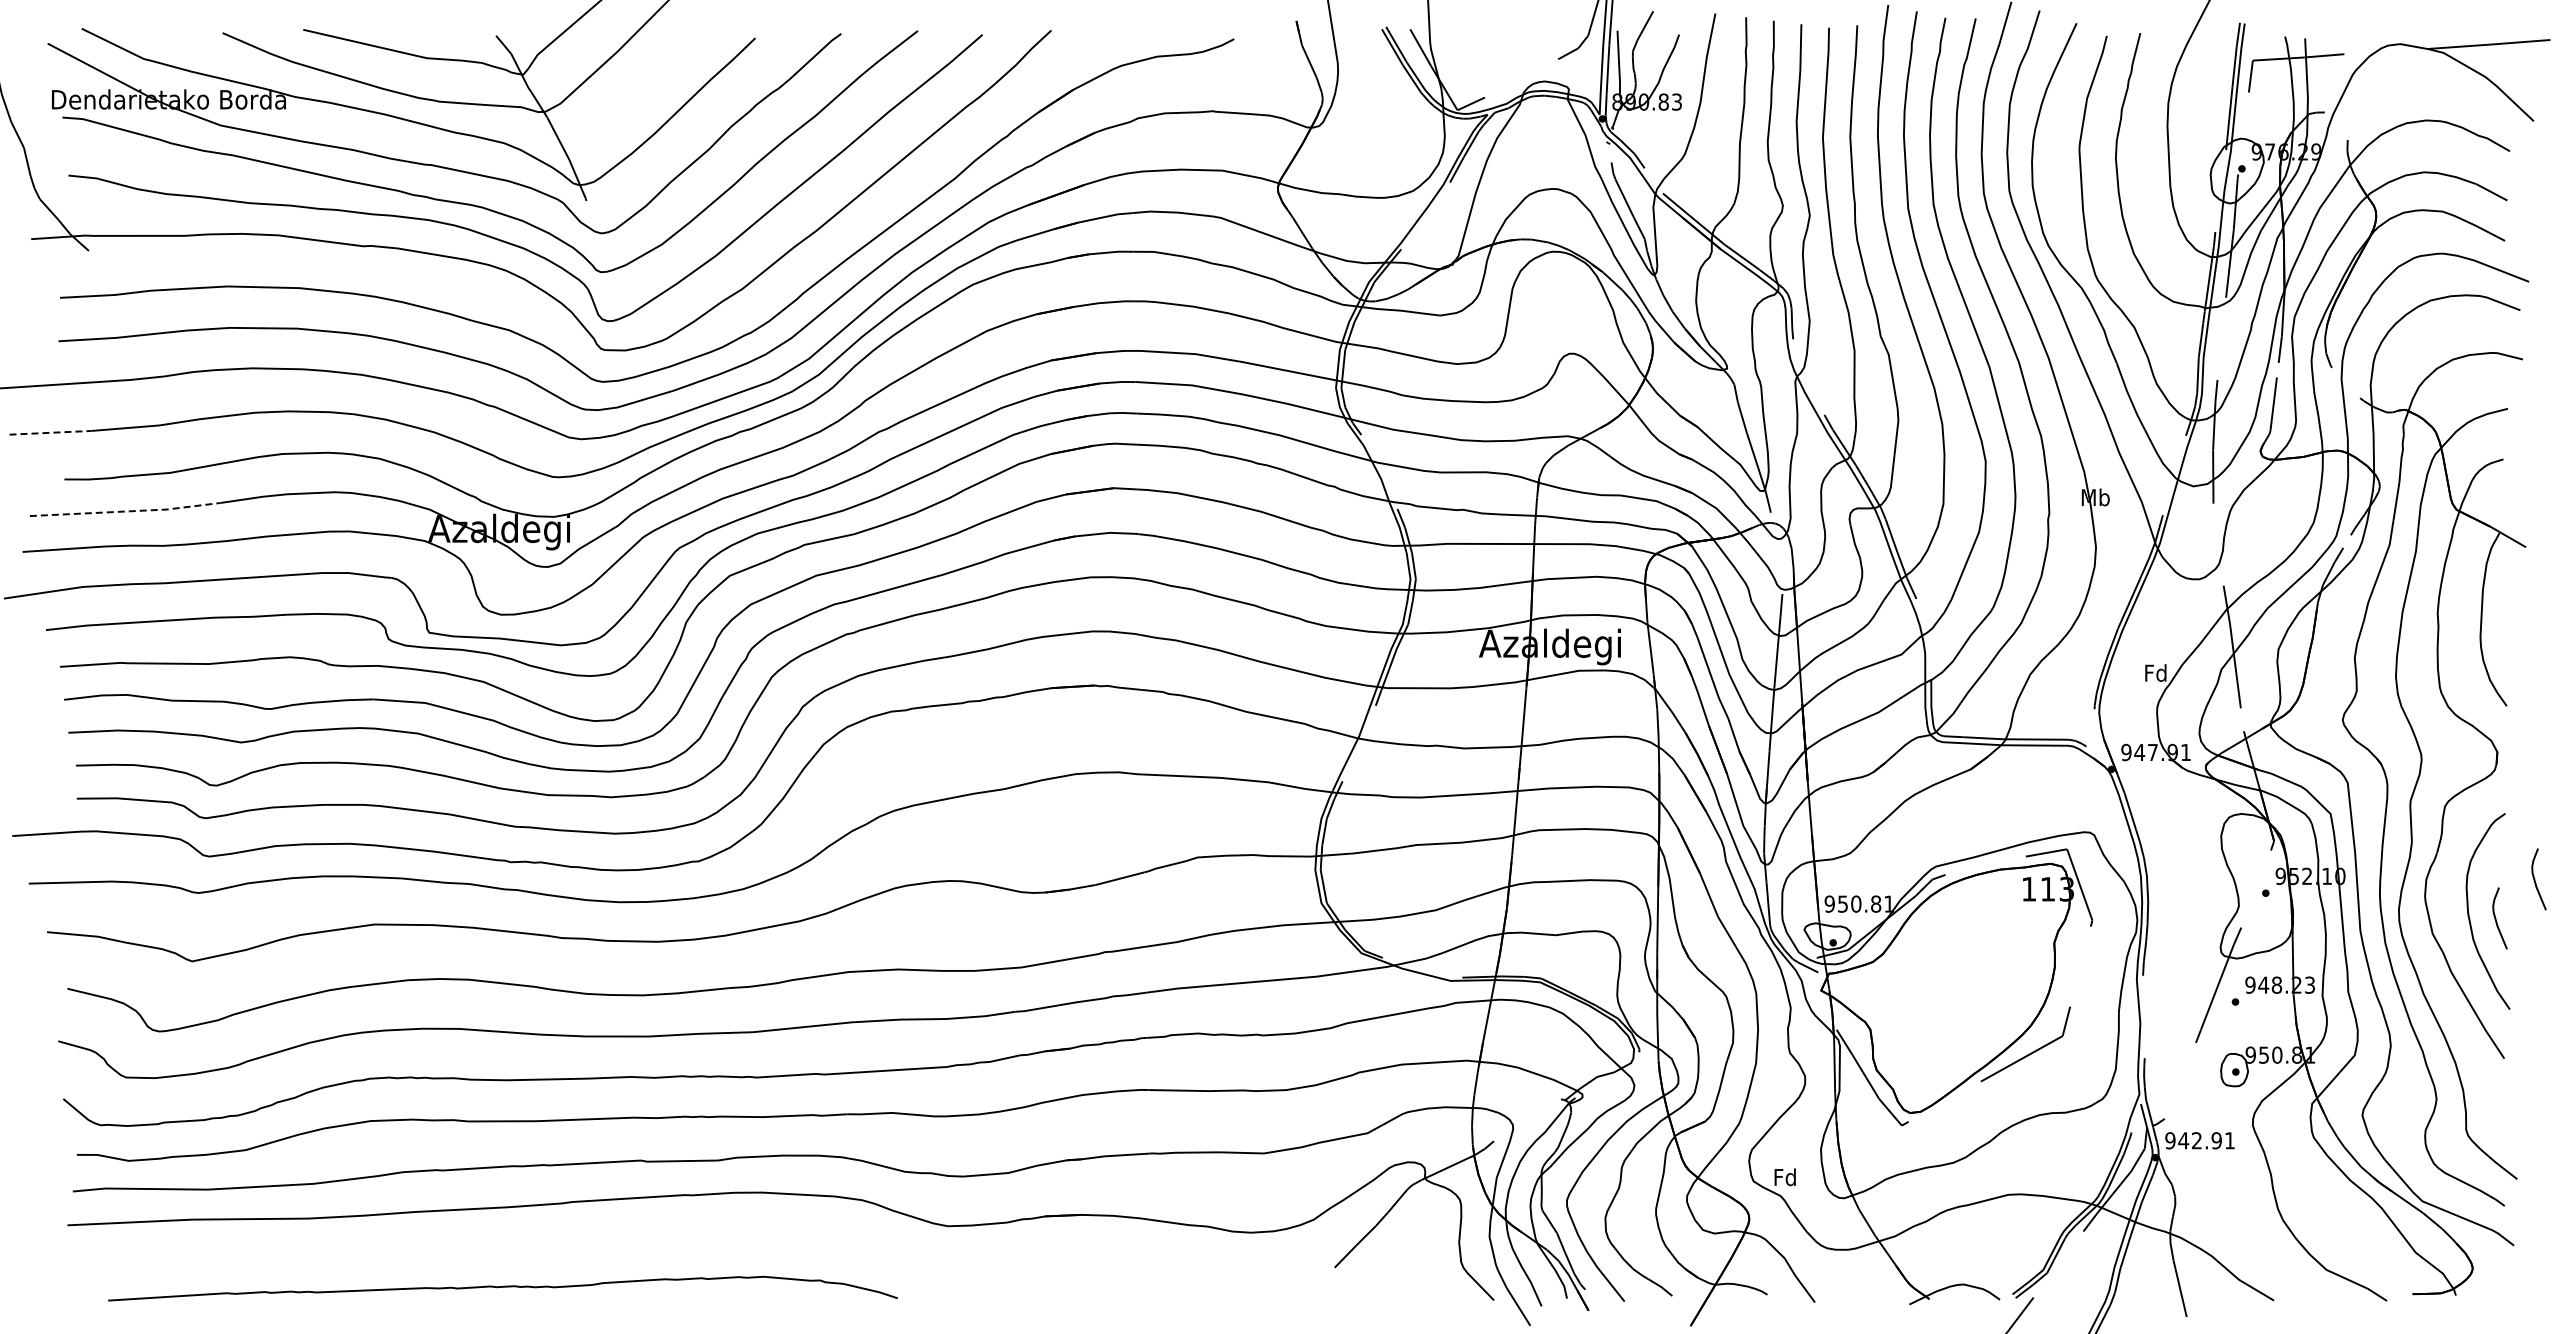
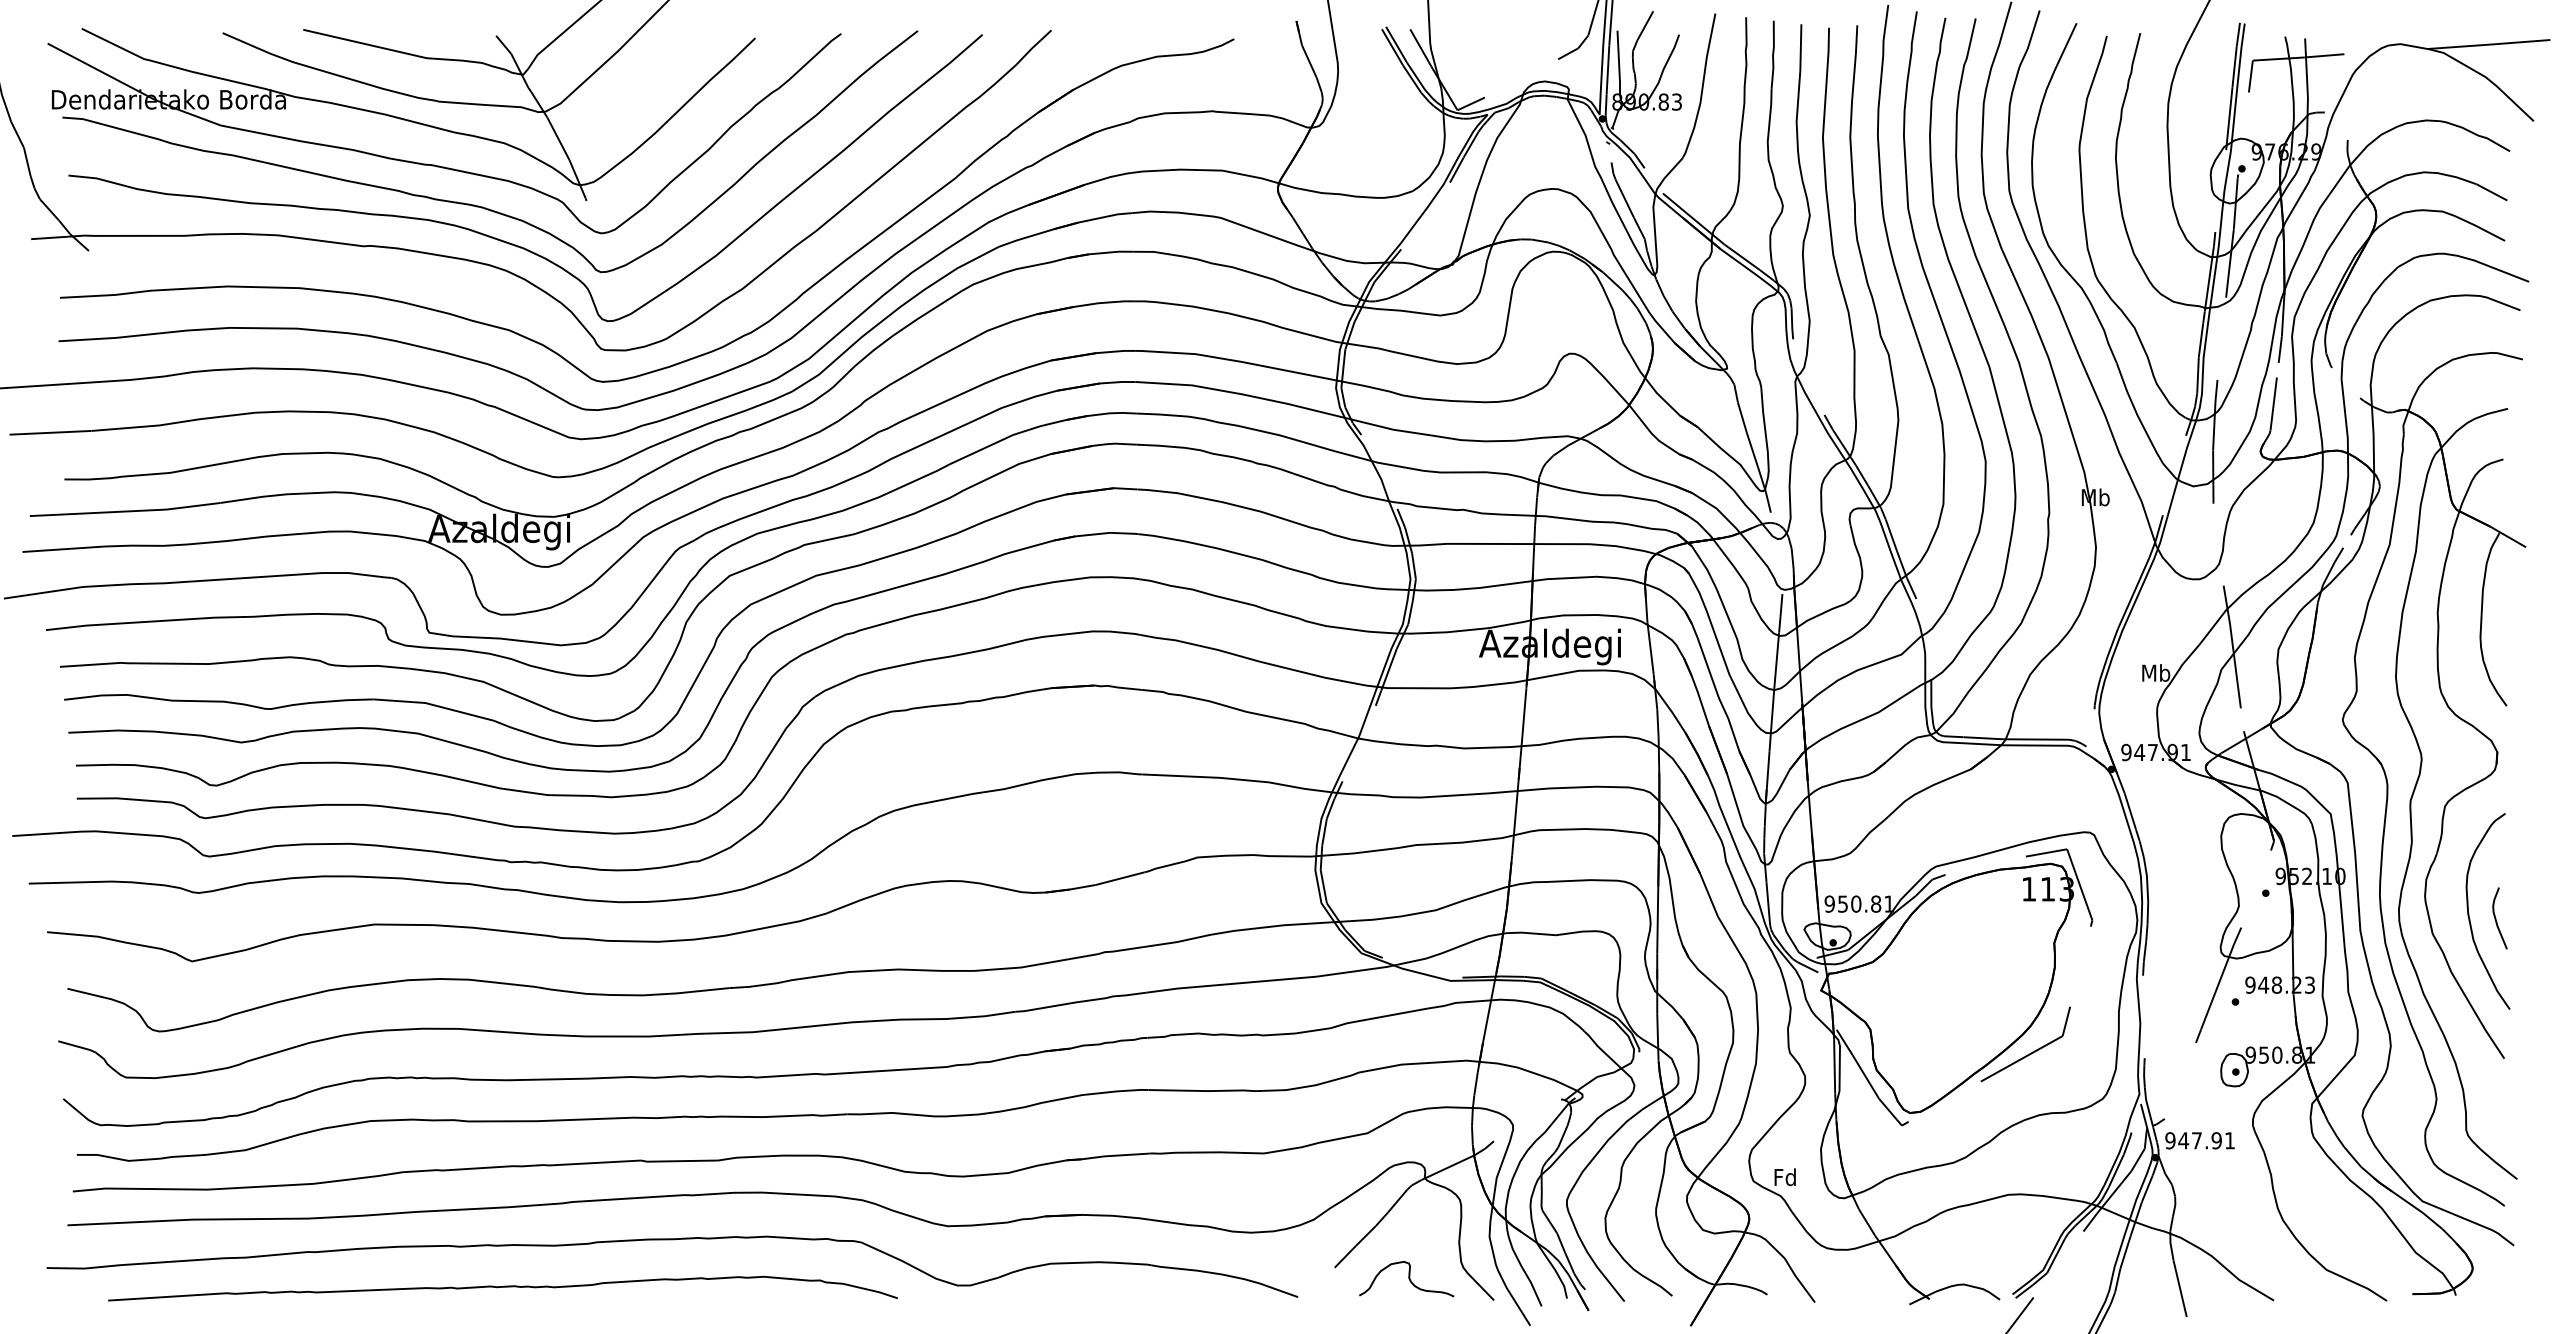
line at (50, 432): dashed -> solid
line at (126, 511): dashed -> solid
text at (2156, 672): Fd -> Mb
curve at (2535, 879): present -> none
text at (2196, 1140): 942.91 -> 947.91
part at (672, 1240): none -> present
curve at (1408, 1279): none -> present
